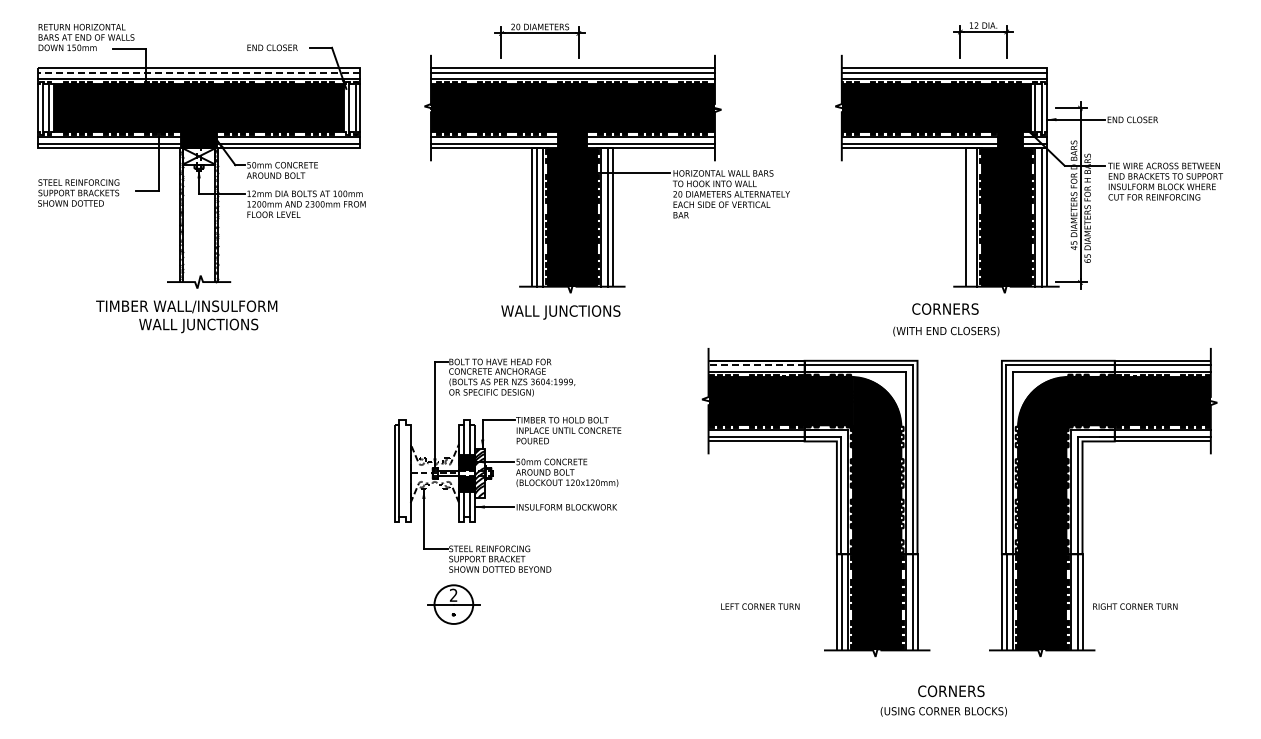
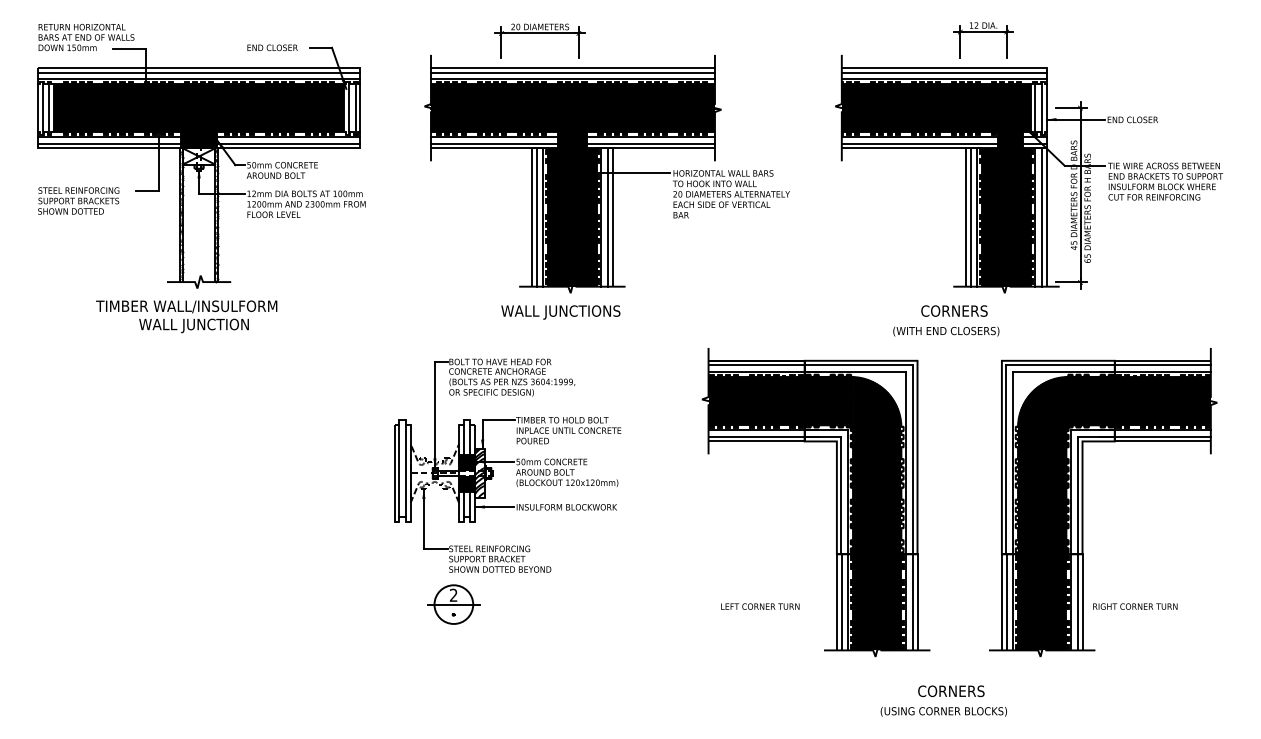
line at (198, 72): dashed -> solid
text at (78, 192) position: (78, 192) -> (78, 200)
line at (970, 217): none -> present
text at (945, 308) position: (945, 308) -> (954, 310)
text at (254, 324): WALL JUNCTIONS -> WALL JUNCTION
line at (756, 365): dashed -> solid
line at (405, 471): none -> present
